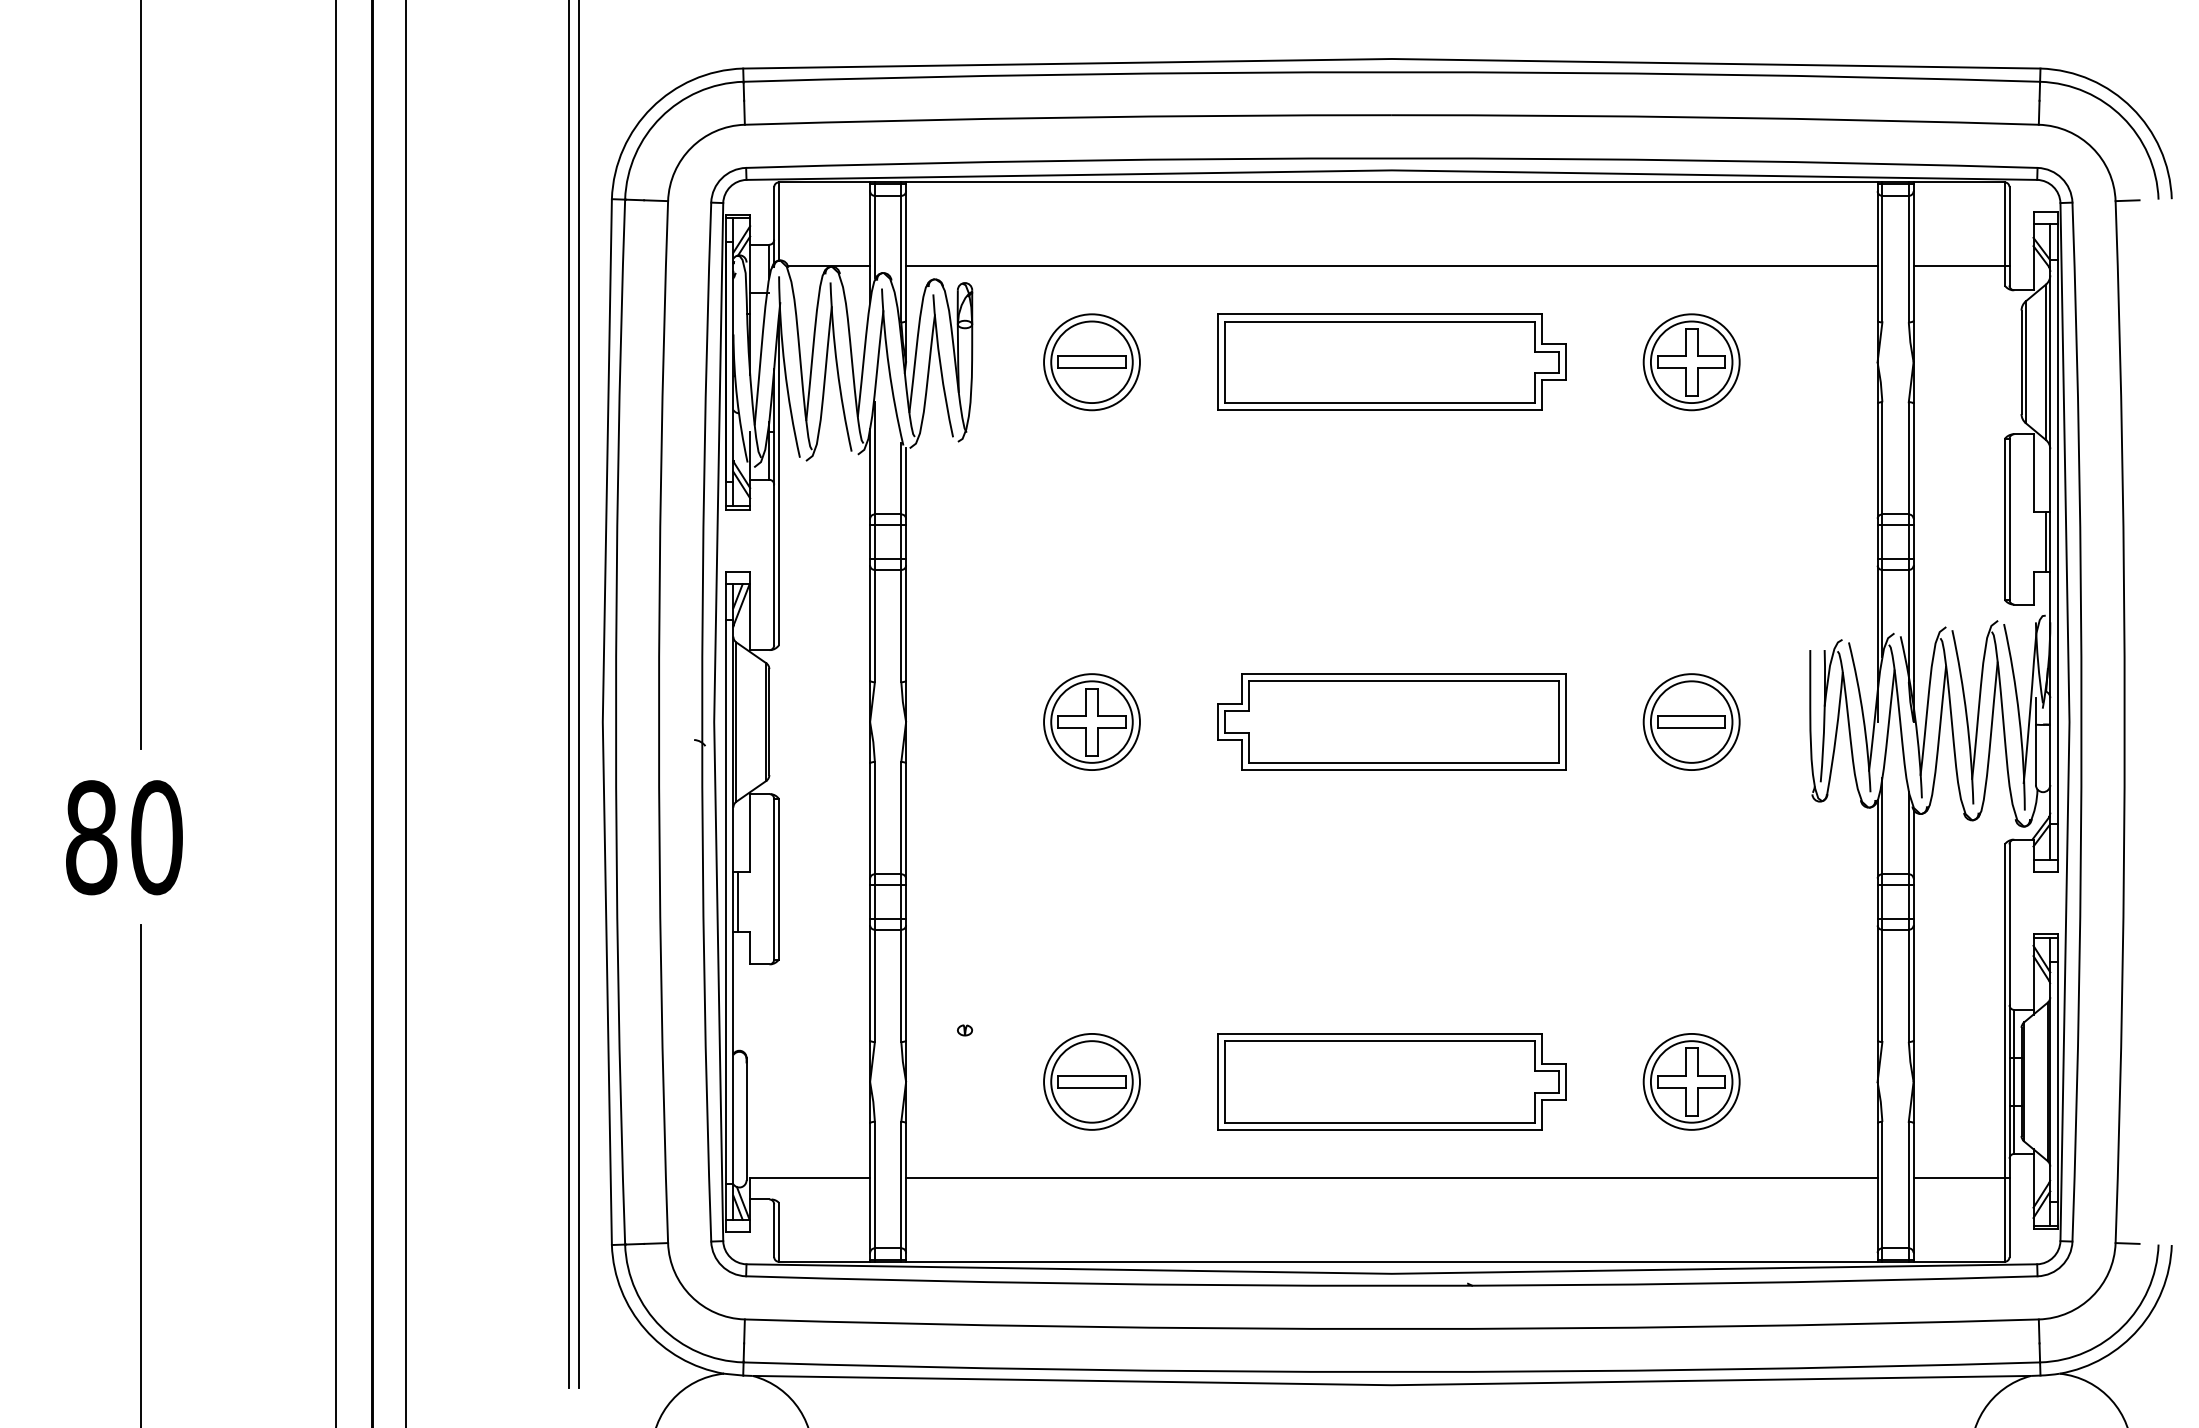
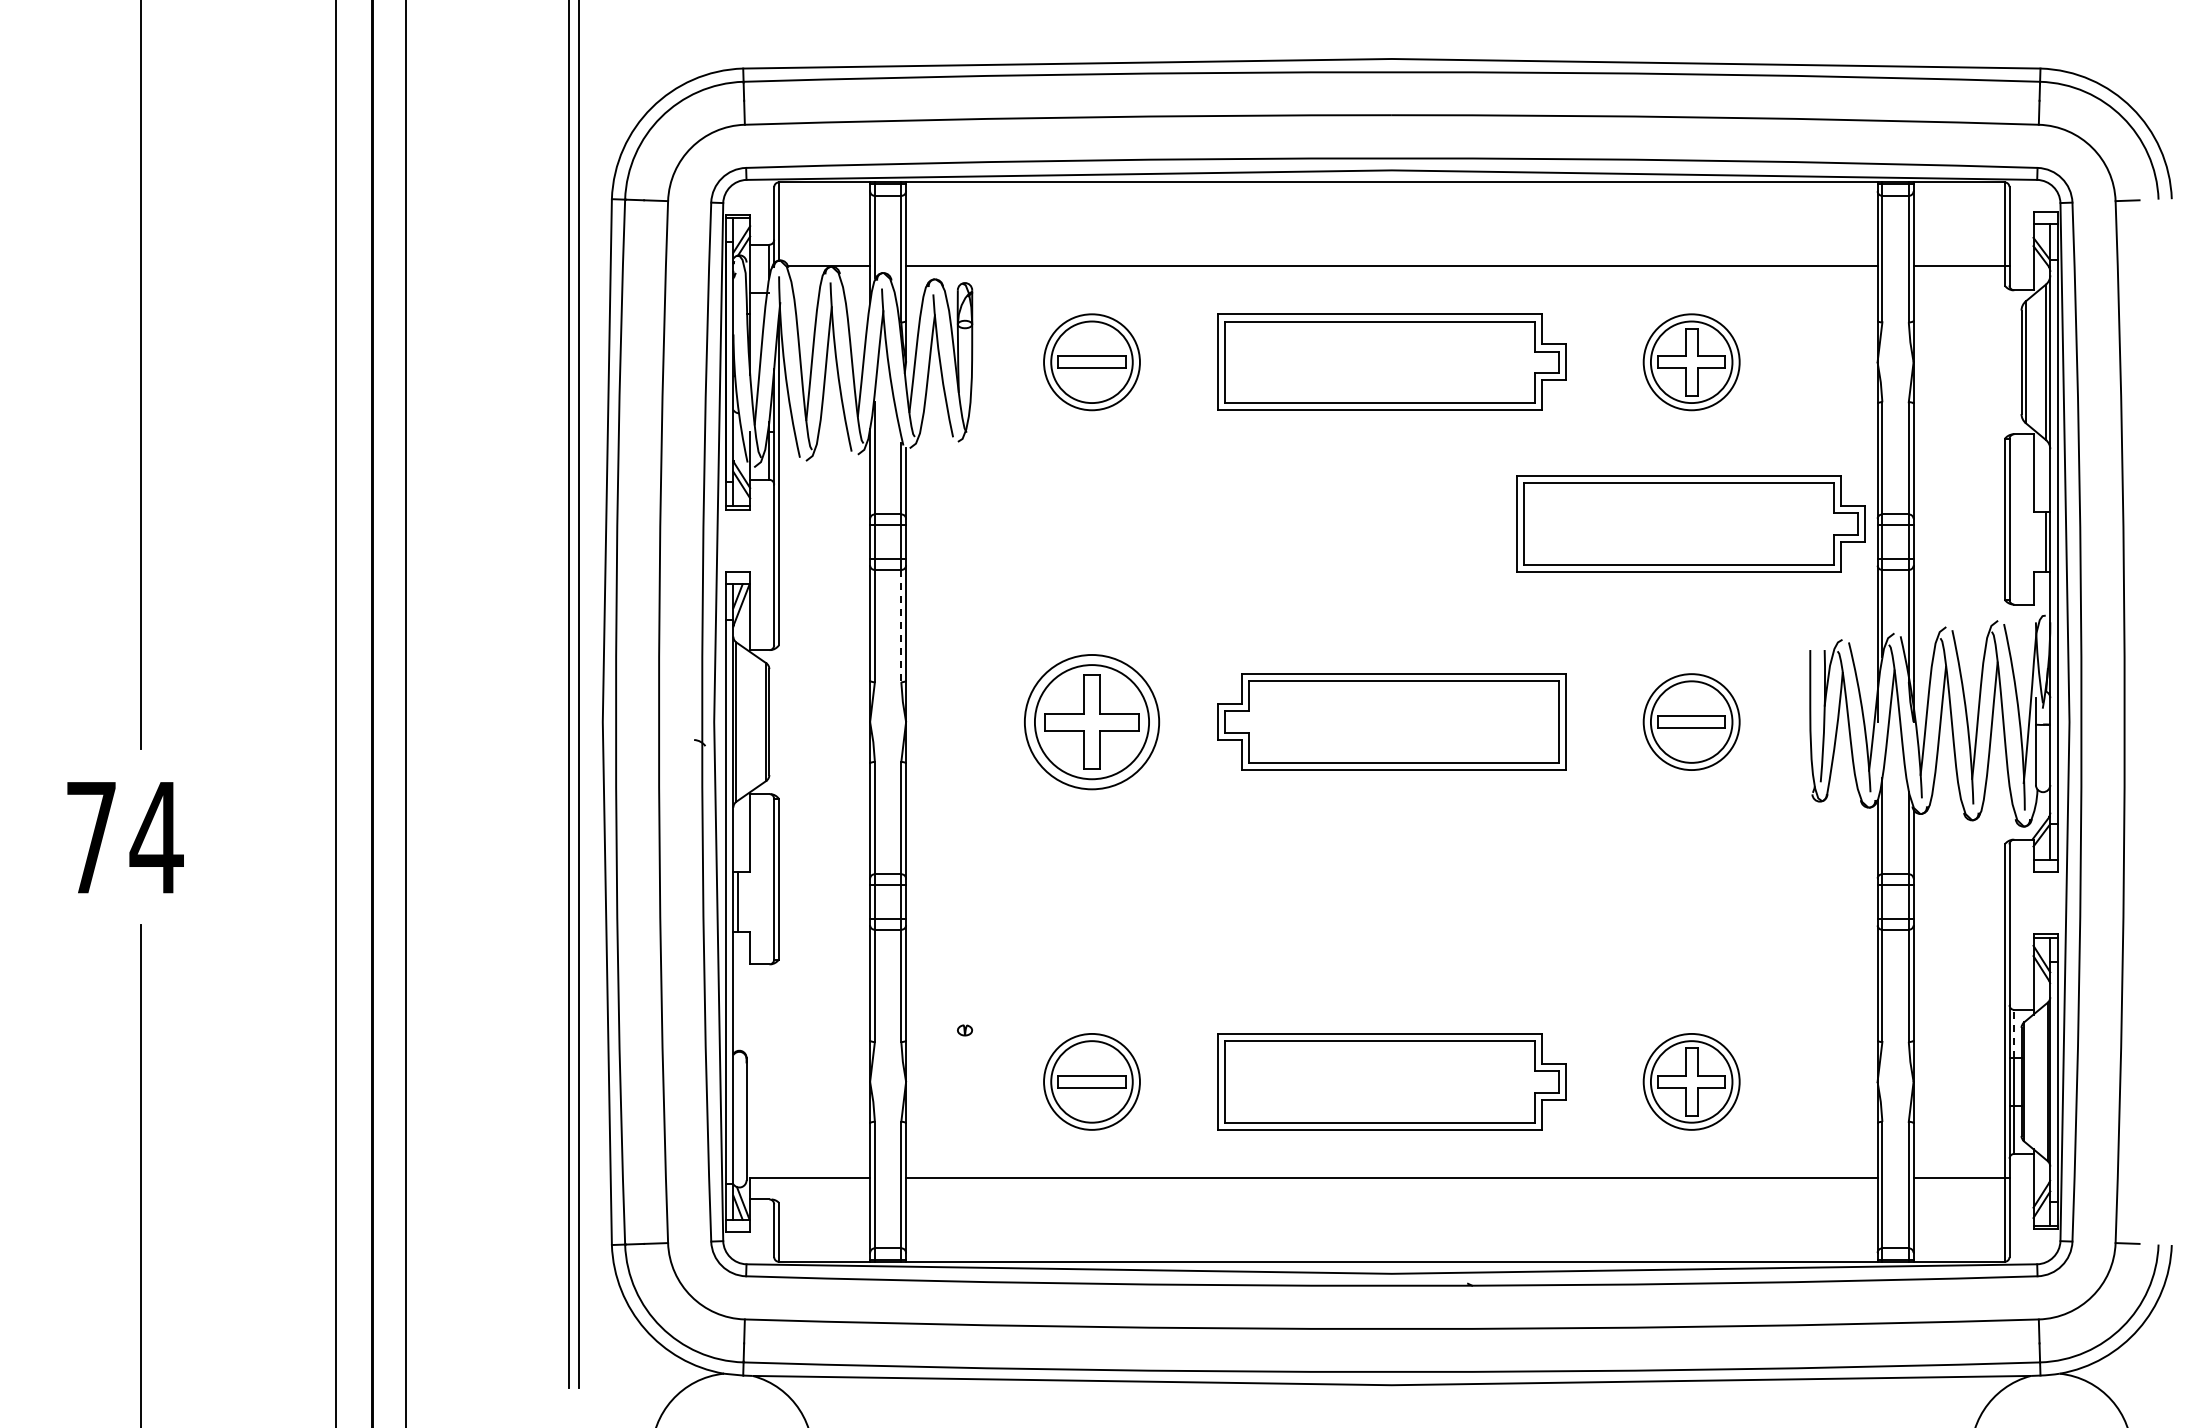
part at (1690, 523): none -> present
line at (901, 626): solid -> dashed
part at (1091, 721) size: 98x98 px -> 137x137 px
text at (124, 837): 80 -> 74
line at (2014, 1033): solid -> dashed
